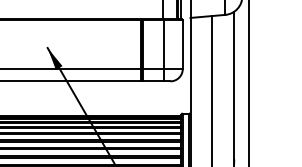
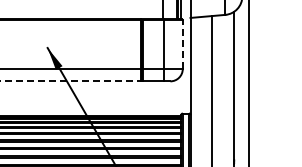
line at (182, 44): solid -> dashed
line at (71, 81): solid -> dashed
